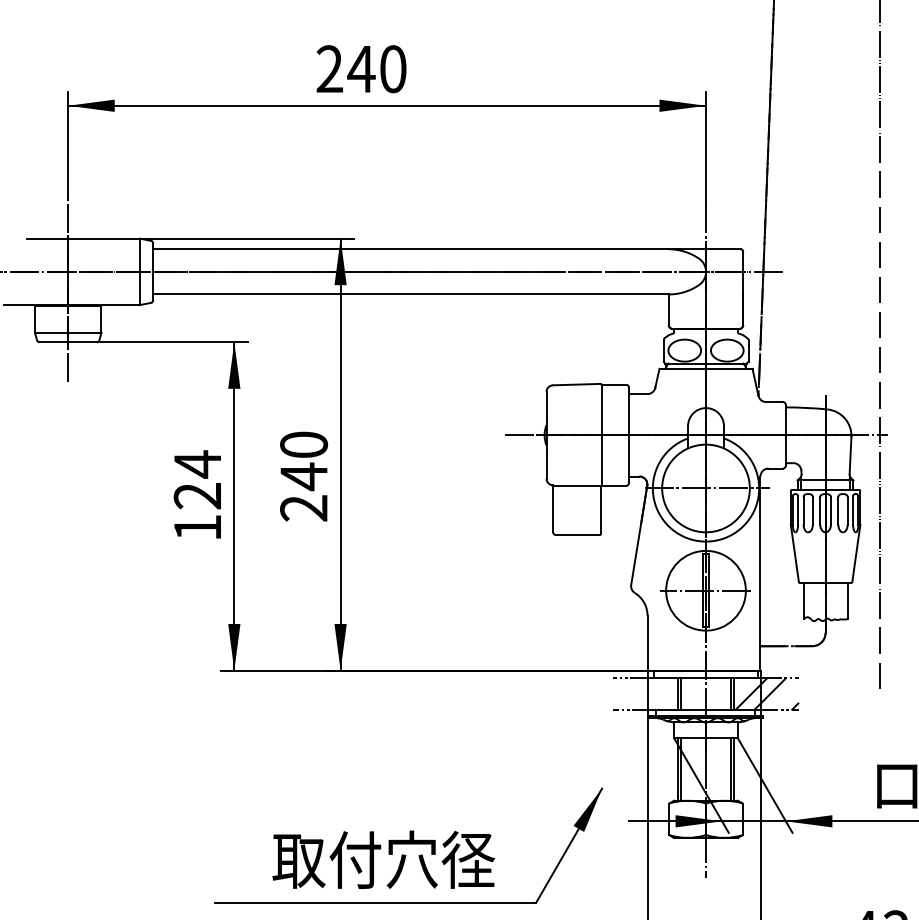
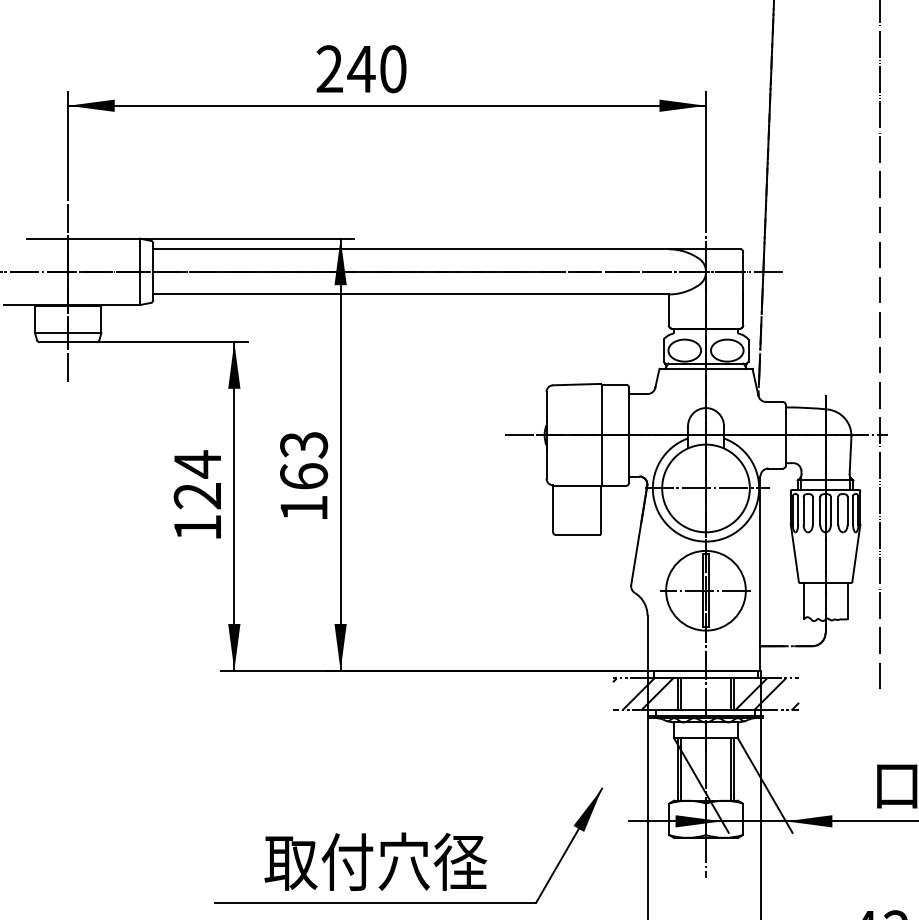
text at (304, 476): 240 -> 163
hatch at (643, 694): none -> present
text at (383, 859) position: (383, 859) -> (375, 861)
